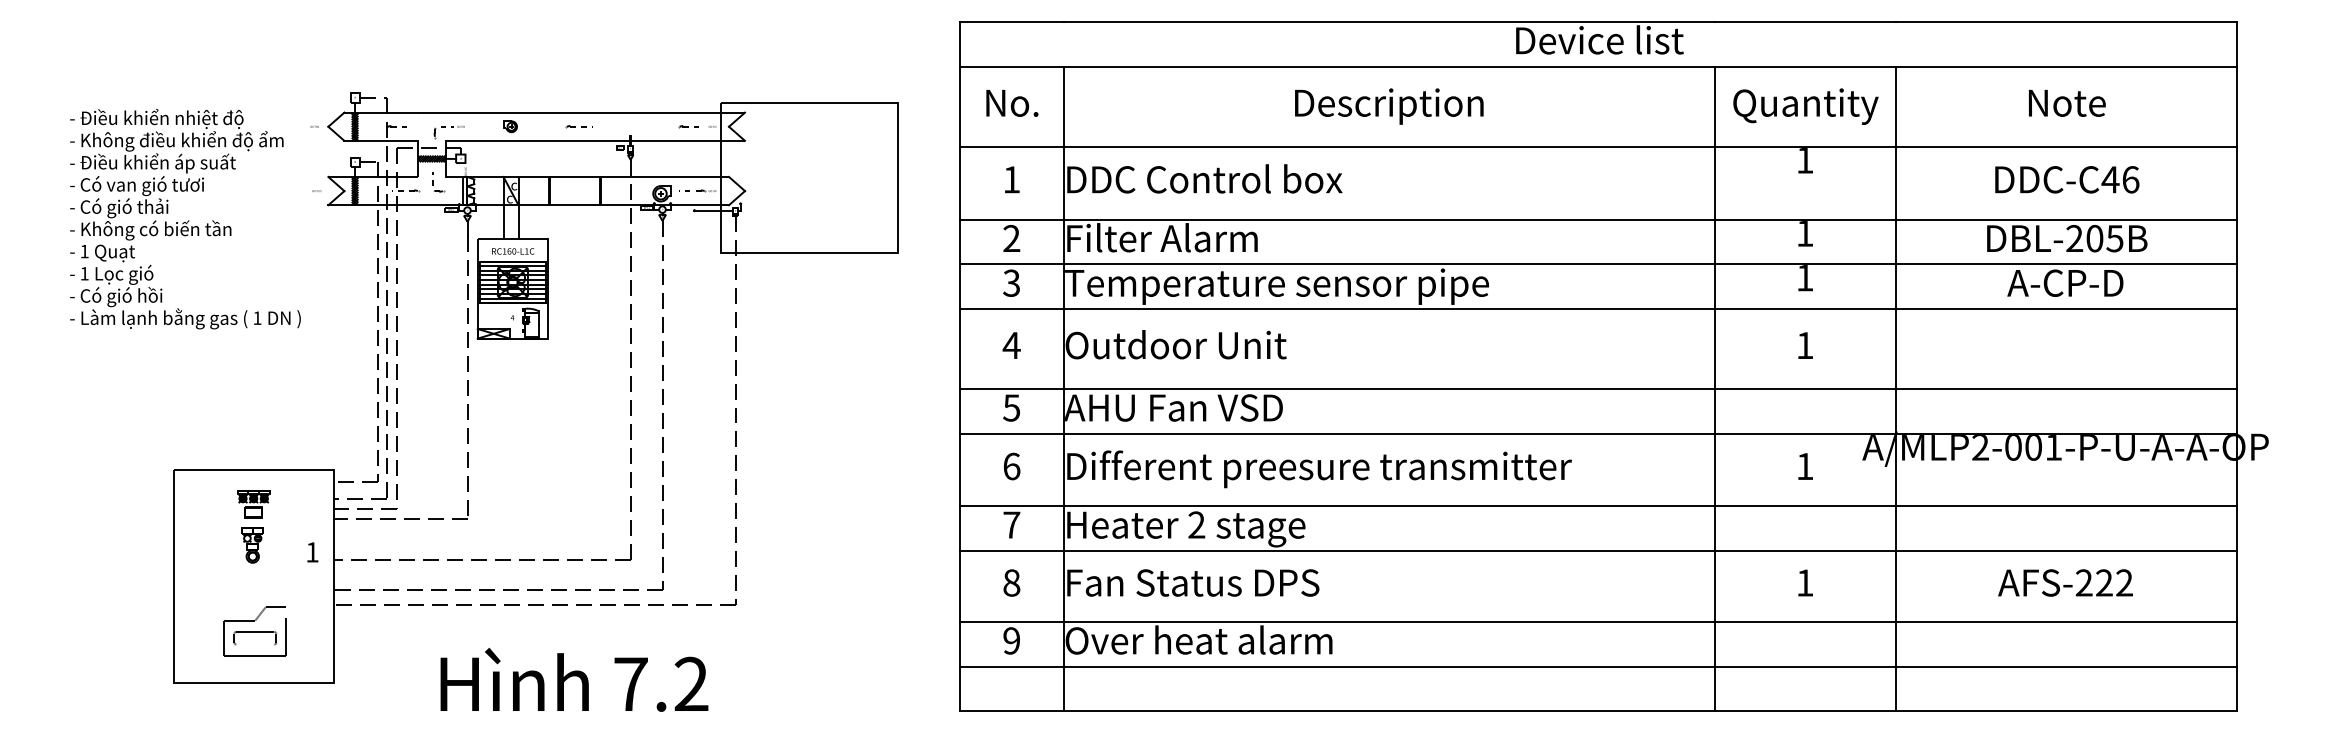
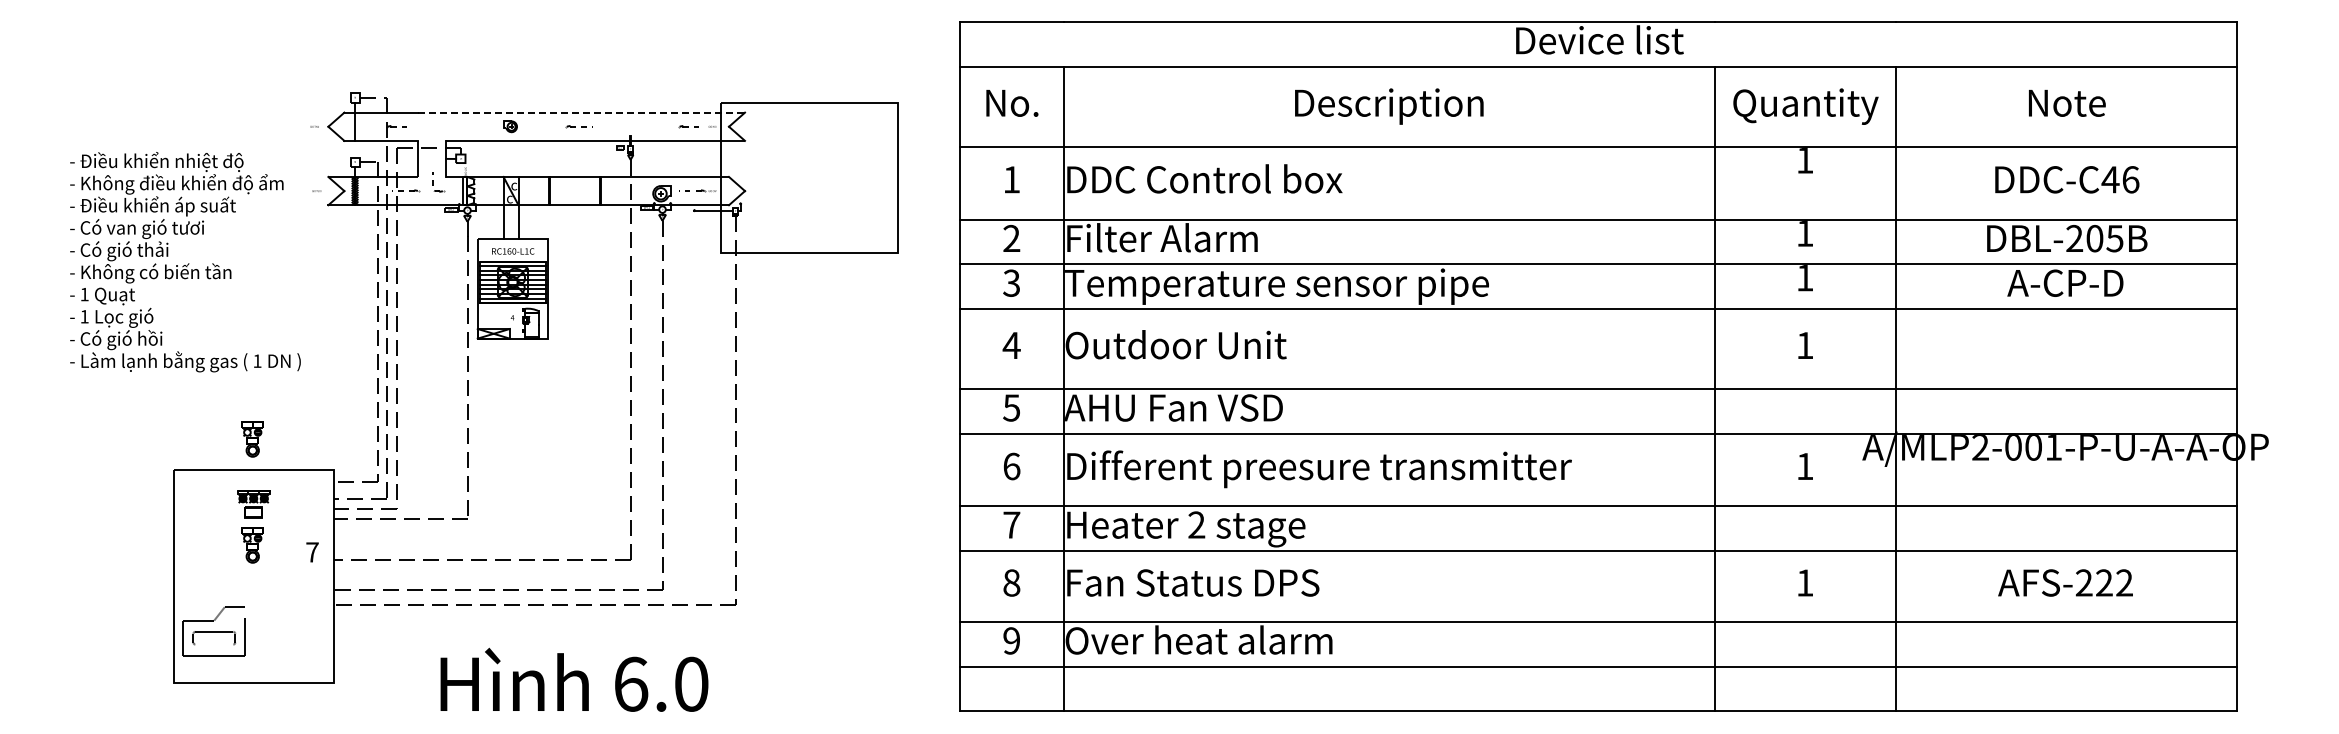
line at (581, 112): solid -> dashed
hatch at (354, 126): present -> none
part at (448, 132): present -> none
hatch at (431, 158): present -> none
text at (185, 219) position: (185, 219) -> (185, 262)
part at (252, 439): none -> present
text at (312, 552): 1 -> 7
part at (254, 631) position: (254, 631) -> (213, 631)
text at (661, 683): 7.2 -> 6.0
